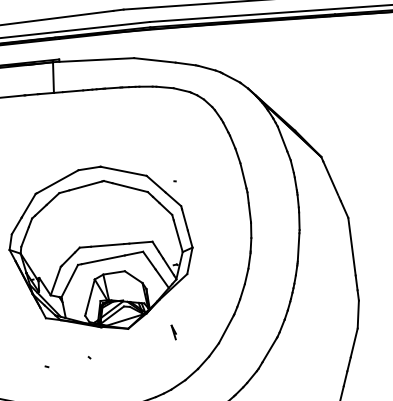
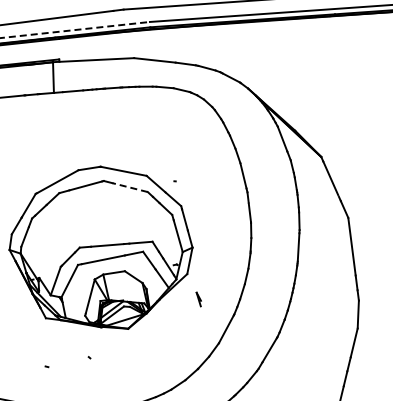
line at (75, 30): solid -> dashed
line at (129, 187): solid -> dashed
part at (173, 332) position: (173, 332) -> (198, 299)
